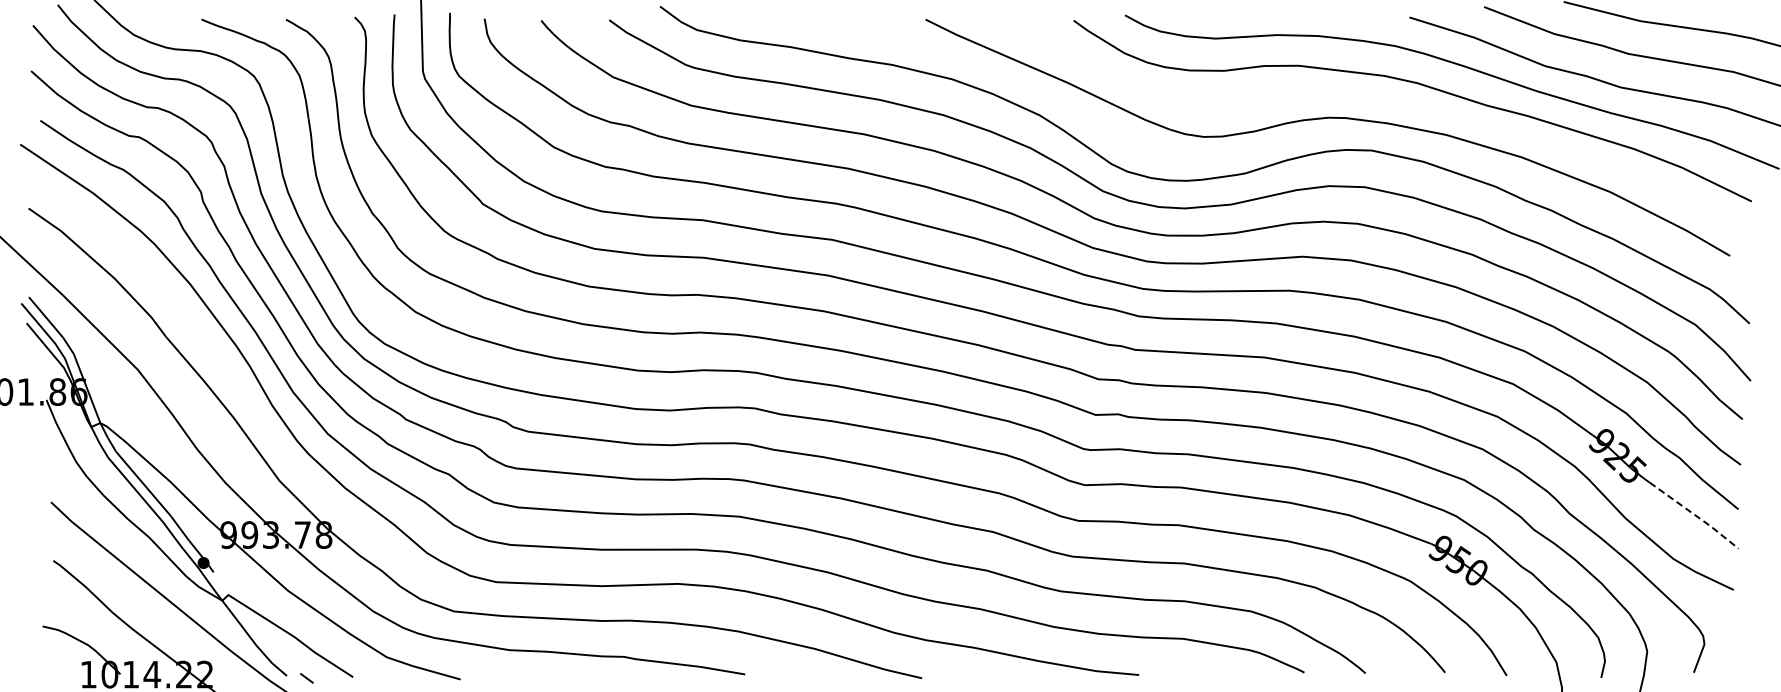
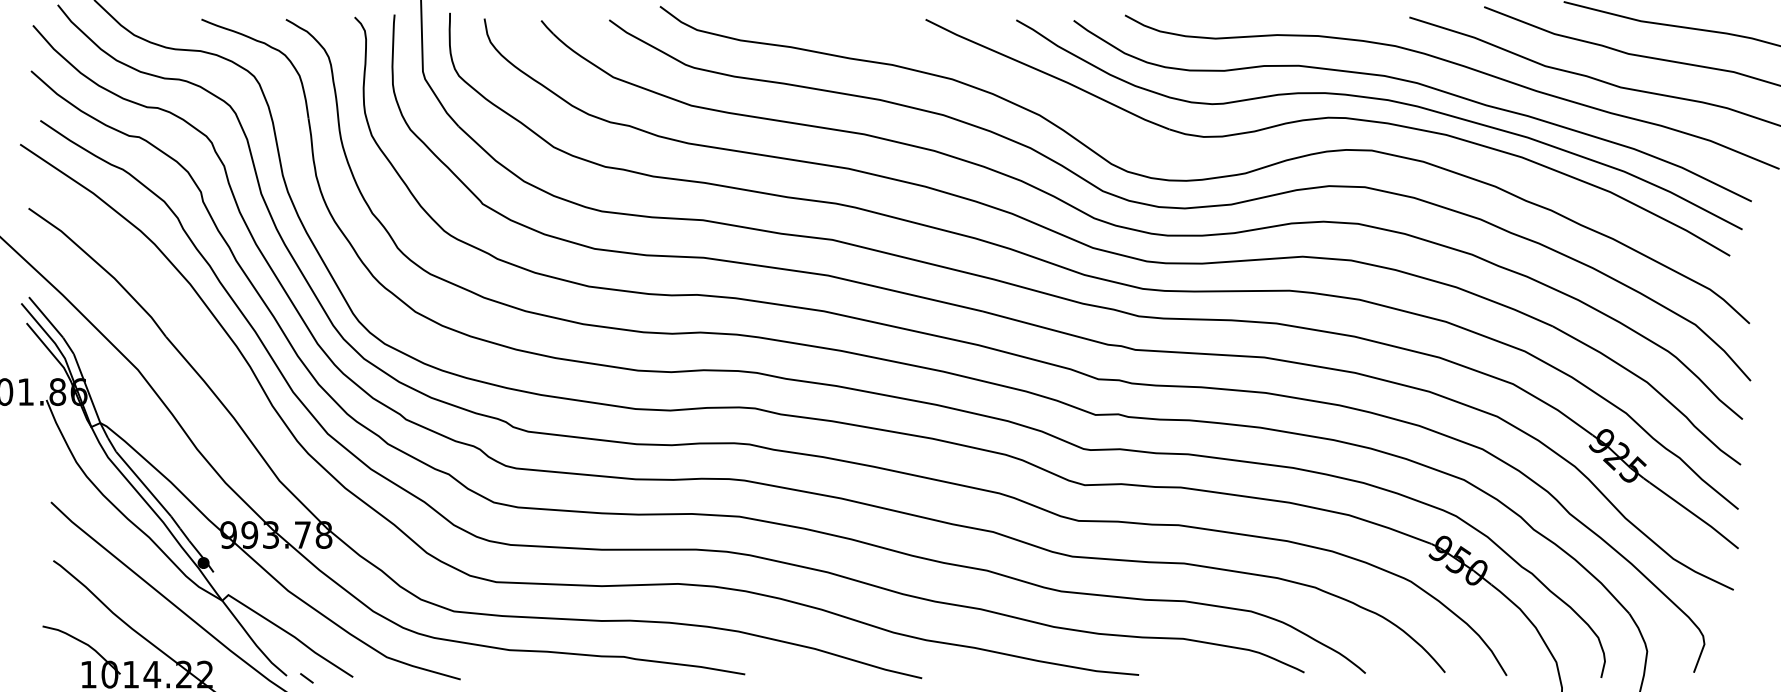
curve at (1380, 100): none -> present
line at (1695, 515): dashed -> solid
